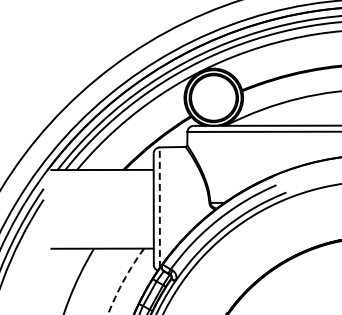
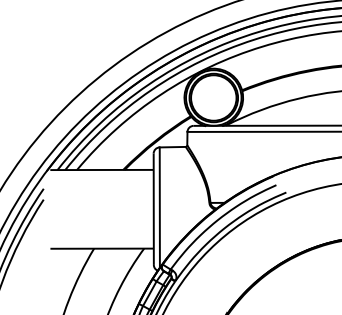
line at (159, 207): dashed -> solid
arc at (123, 280): dashed -> solid
